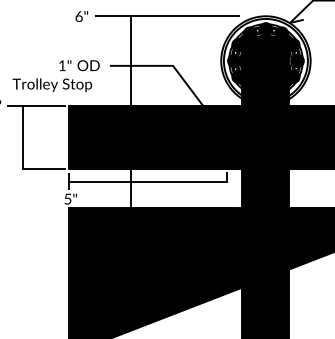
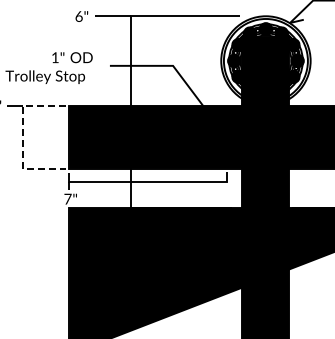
text at (55, 75) position: (55, 75) -> (48, 67)
line at (23, 137): solid -> dashed
text at (67, 198): 5" -> 7"
